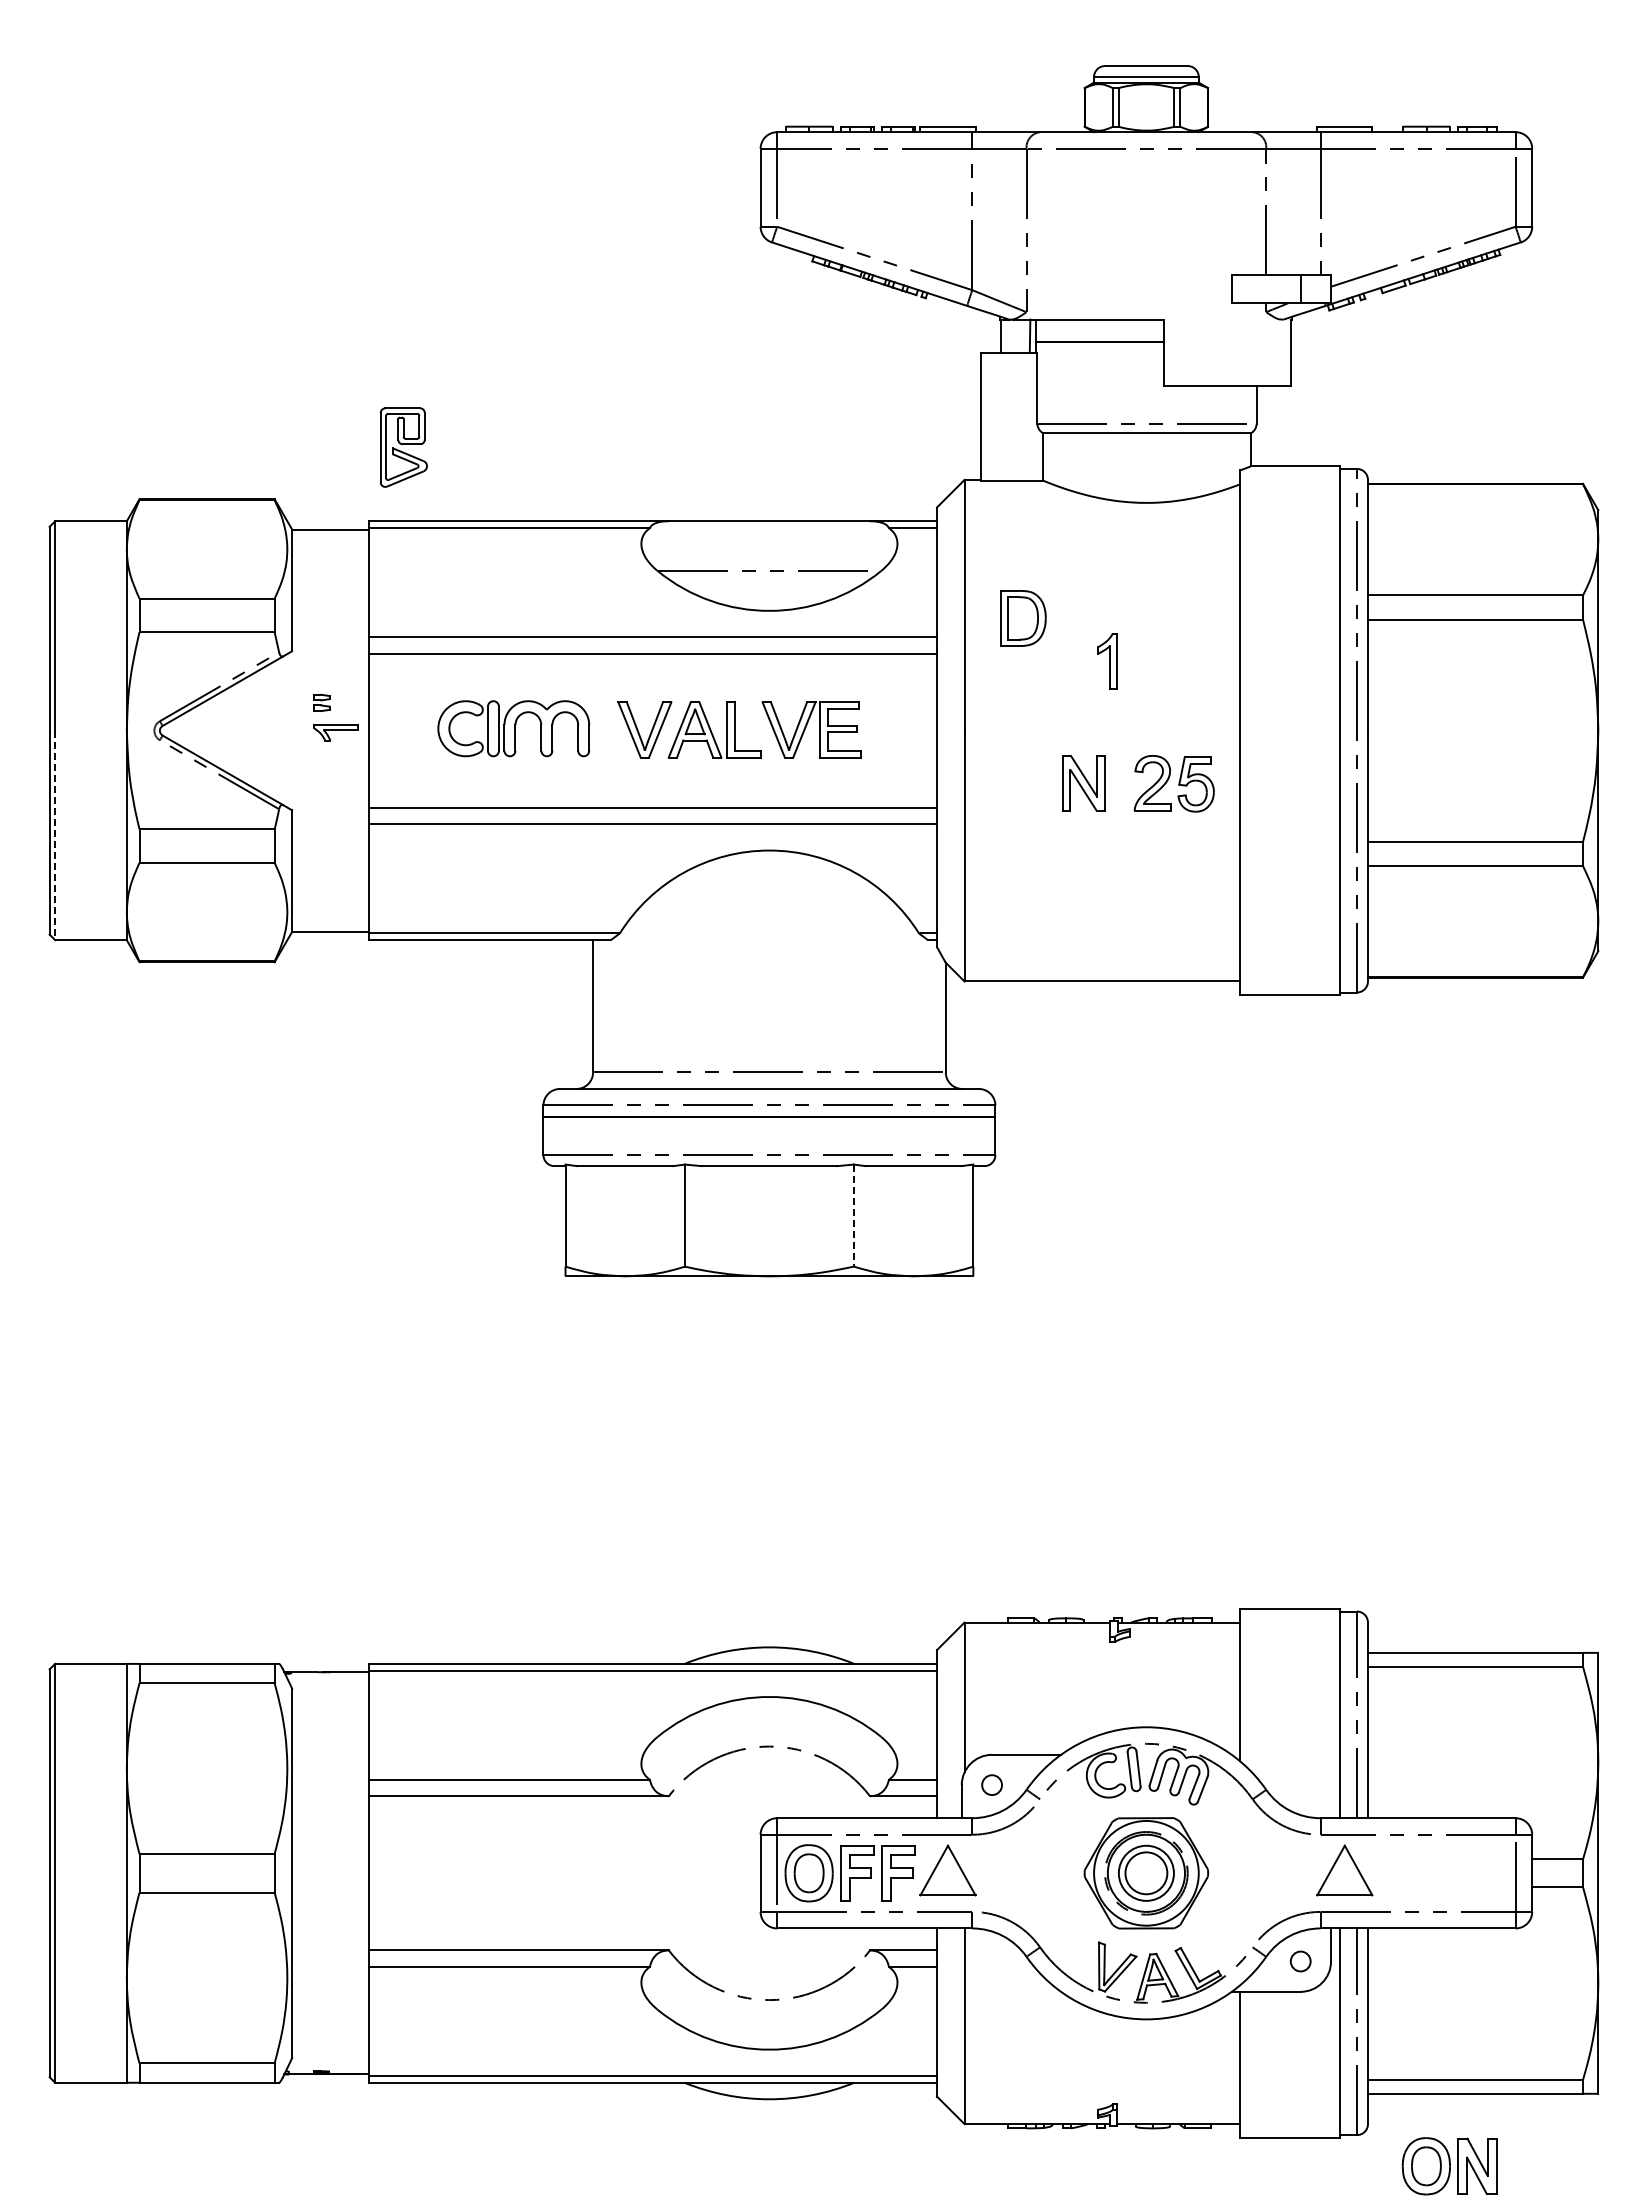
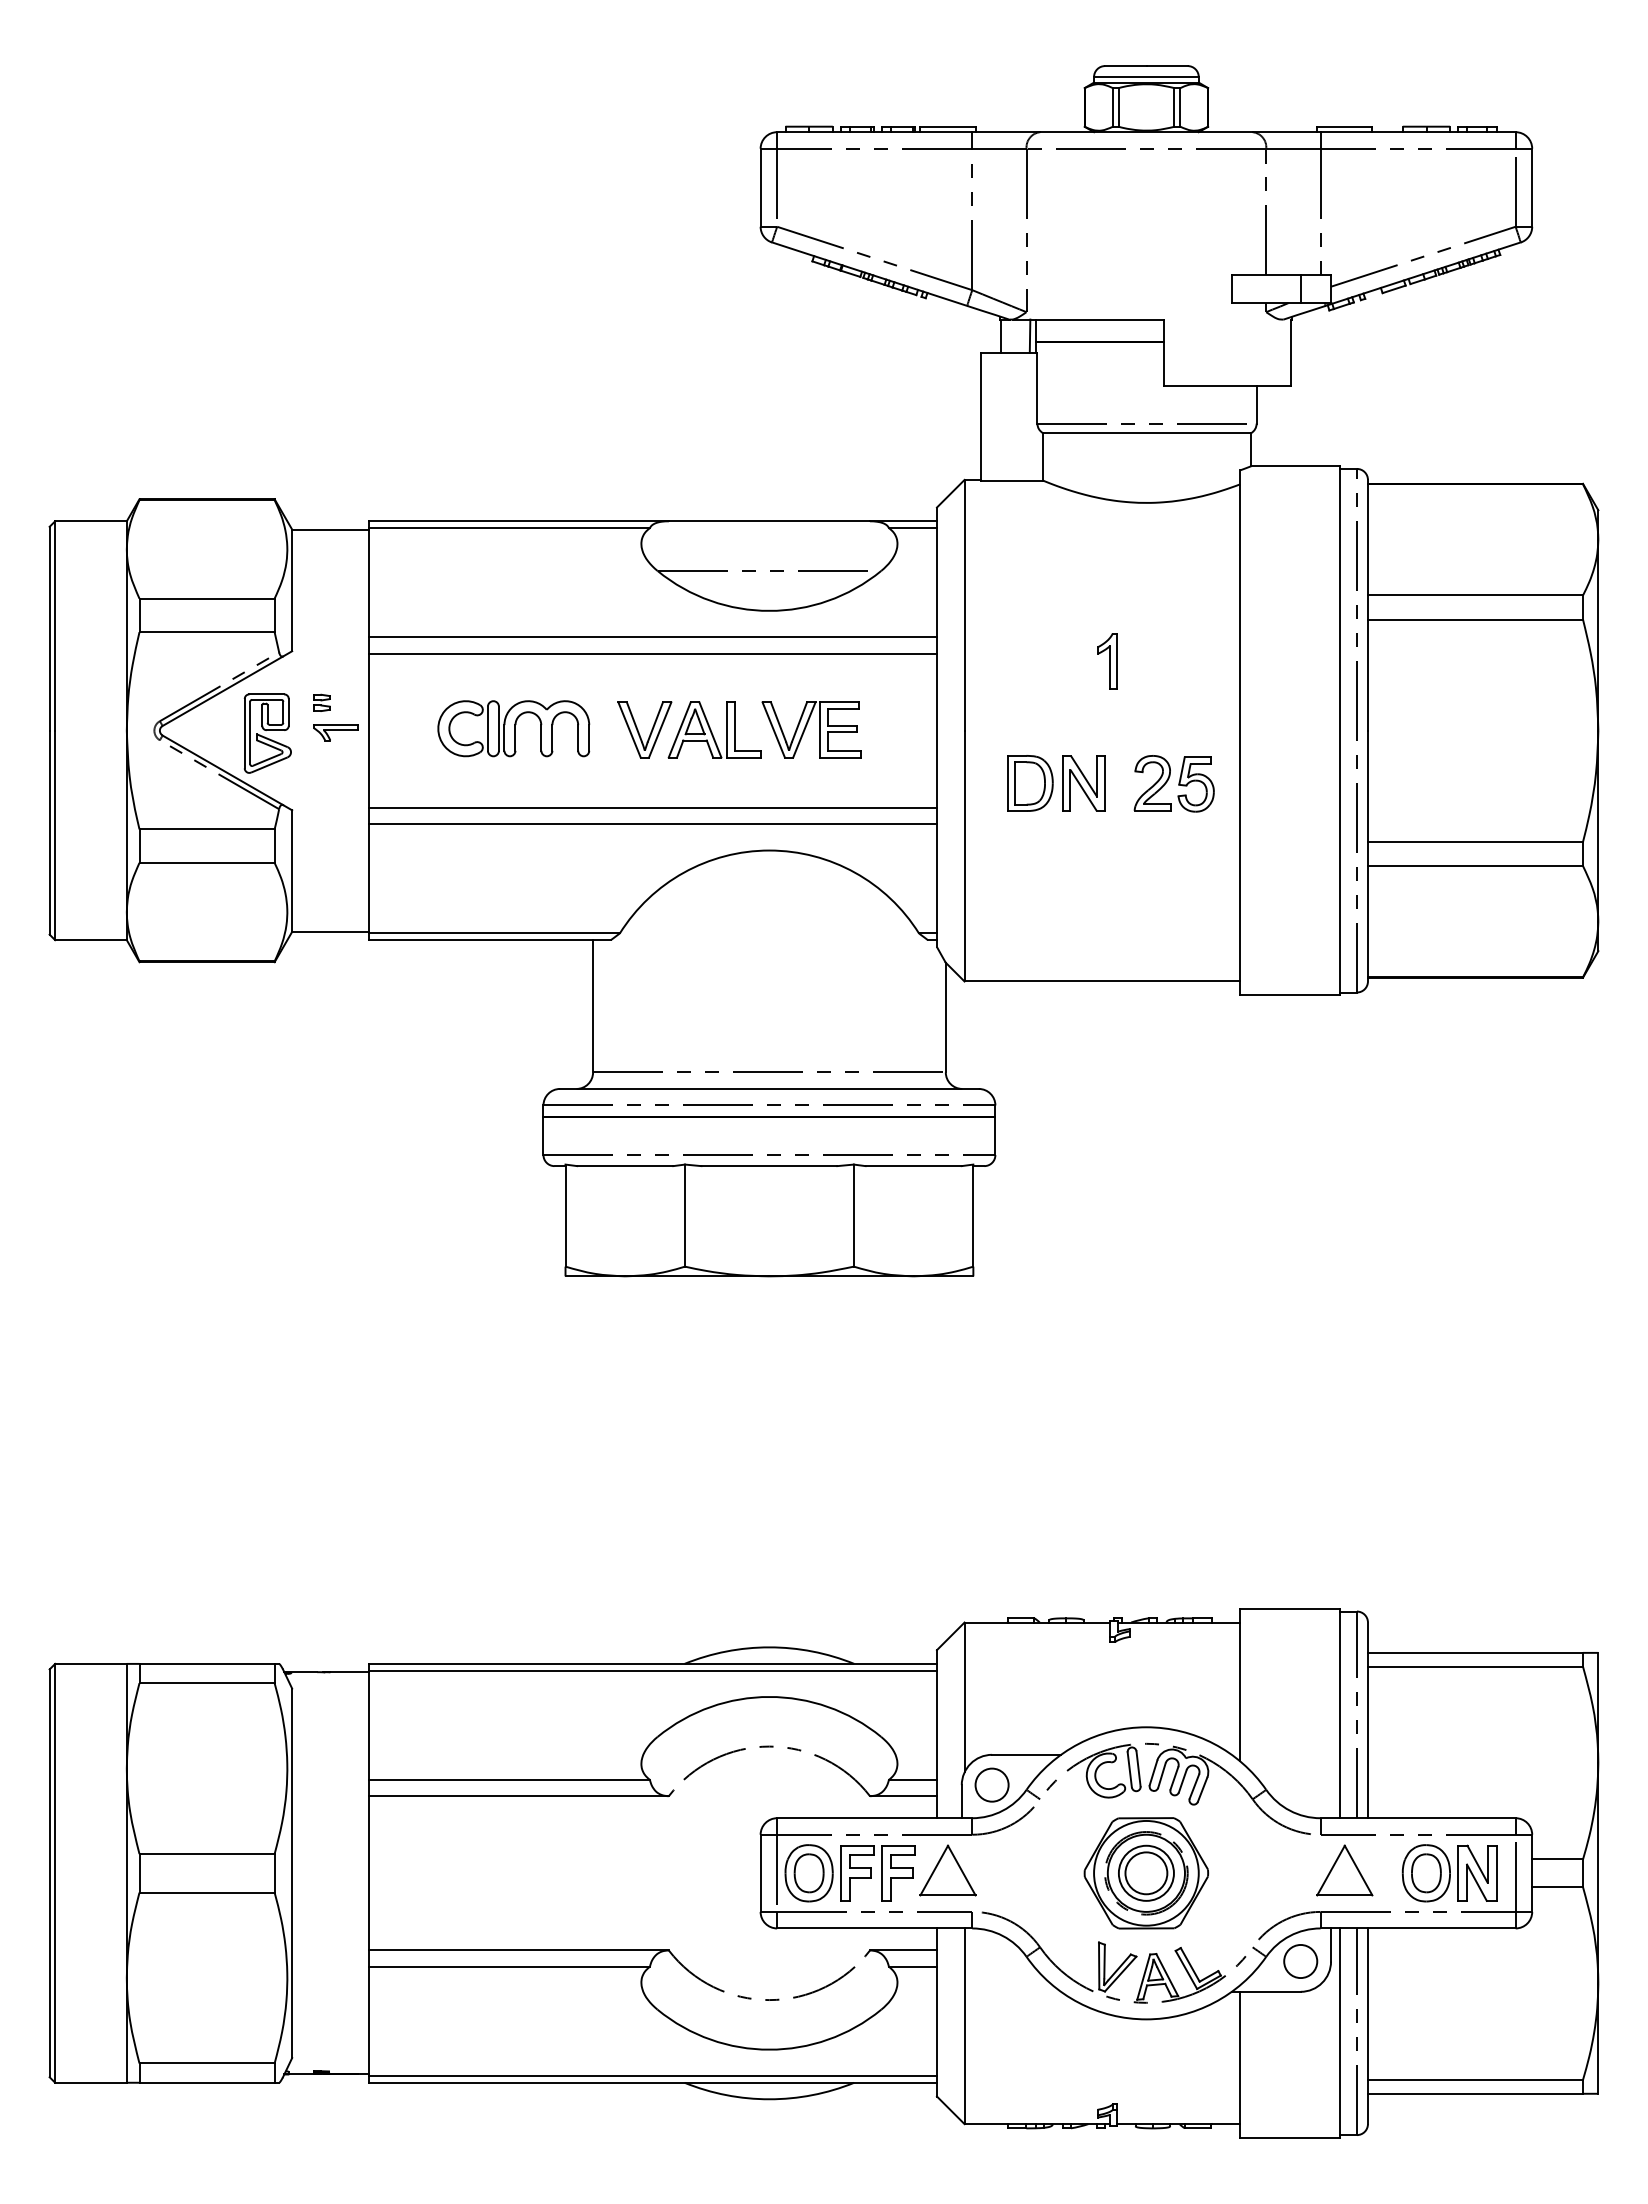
part at (403, 447) position: (403, 447) -> (267, 733)
part at (1023, 618) position: (1023, 618) -> (1030, 783)
line at (55, 835): dashed -> solid
line at (853, 1216): dashed -> solid
circle at (992, 1785) diameter: 20 px -> 33 px
circle at (1300, 1961) diameter: 20 px -> 33 px
part at (1449, 2166) position: (1449, 2166) -> (1449, 1873)
